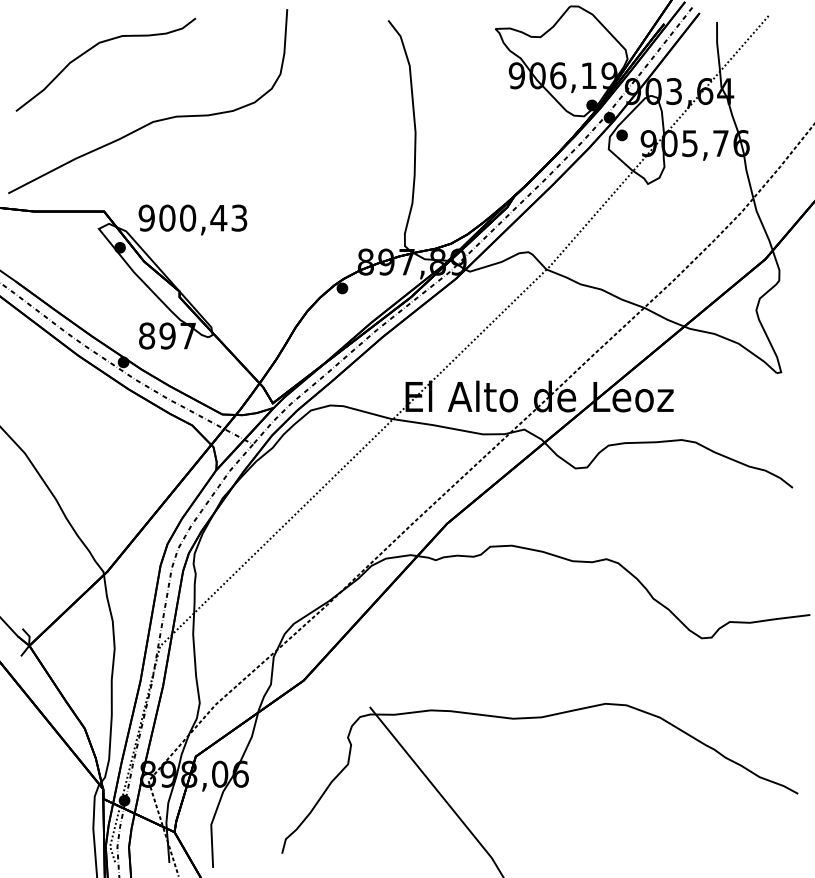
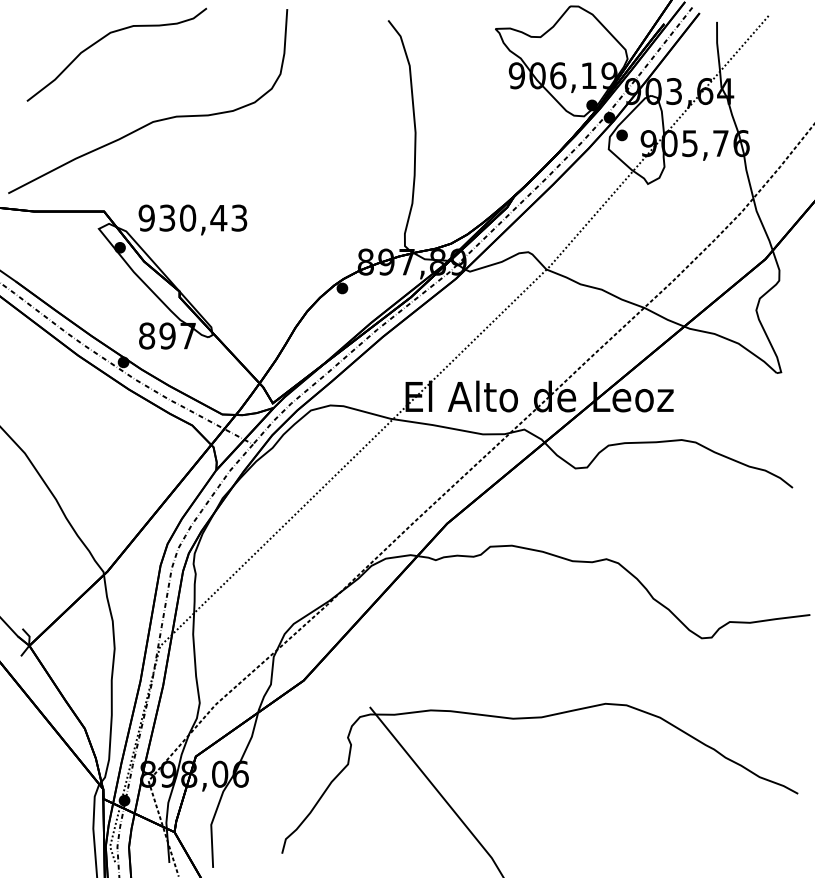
curve at (94, 47) position: (94, 47) -> (105, 37)
text at (167, 217): 900,43 -> 930,43
